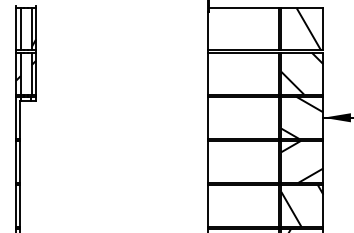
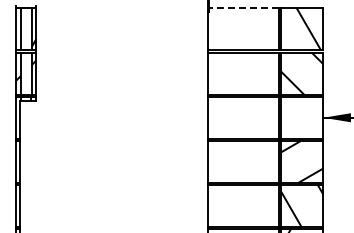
line at (244, 8): solid -> dashed
hatch at (302, 117): present -> none
